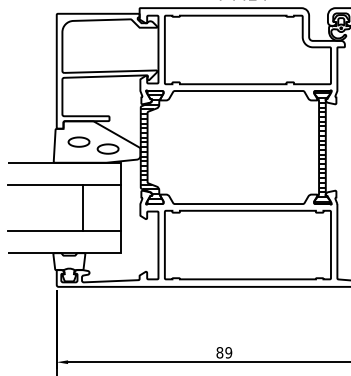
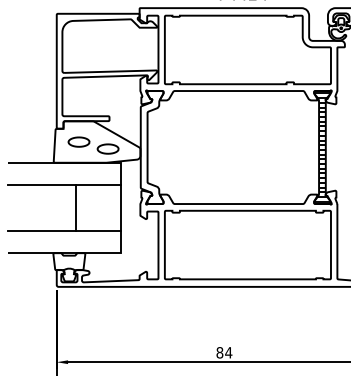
hatch at (151, 149): present -> none
line at (83, 207) position: (83, 207) -> (76, 207)
text at (228, 352): 89 -> 84
